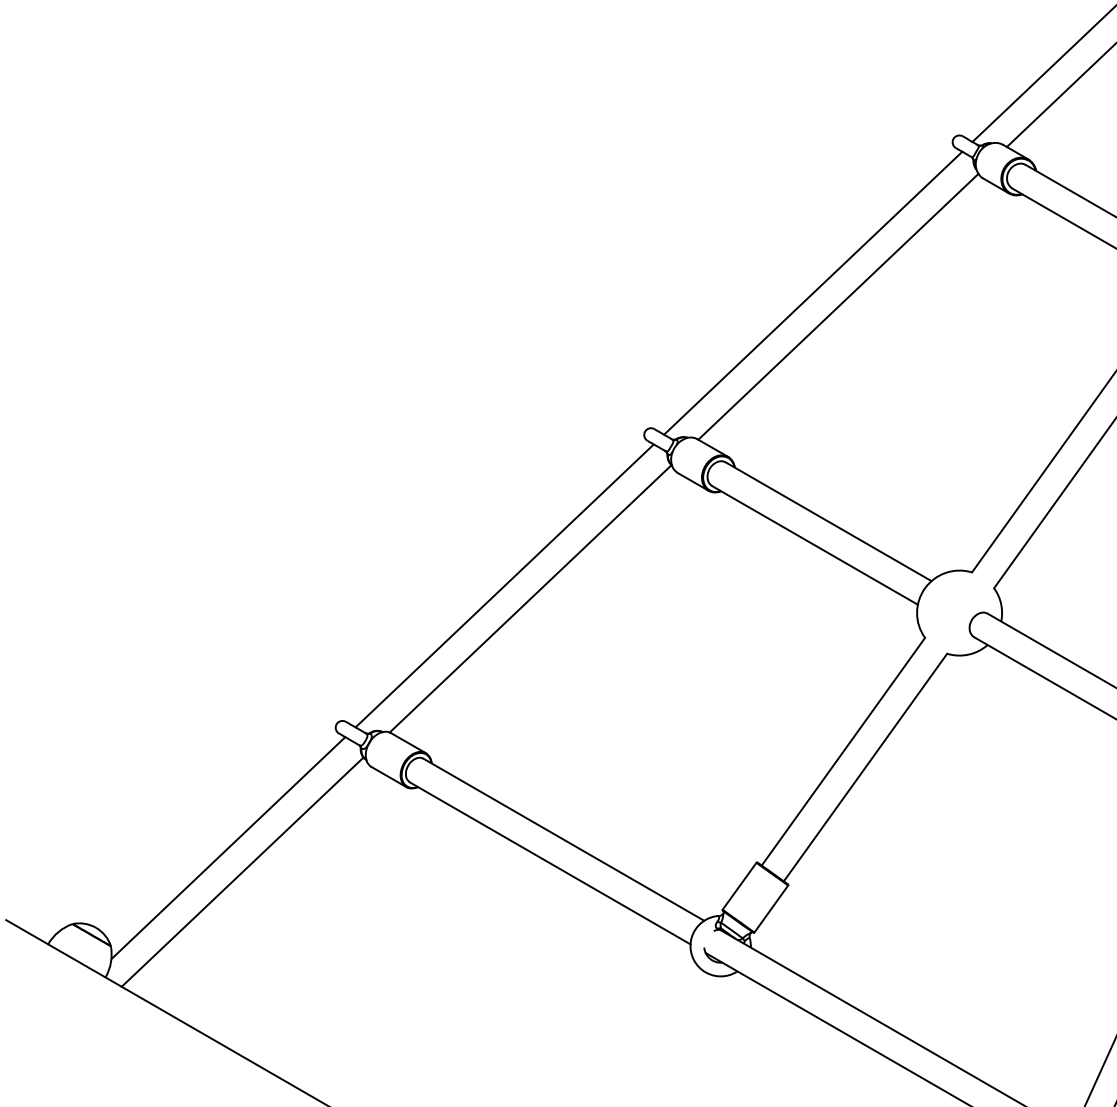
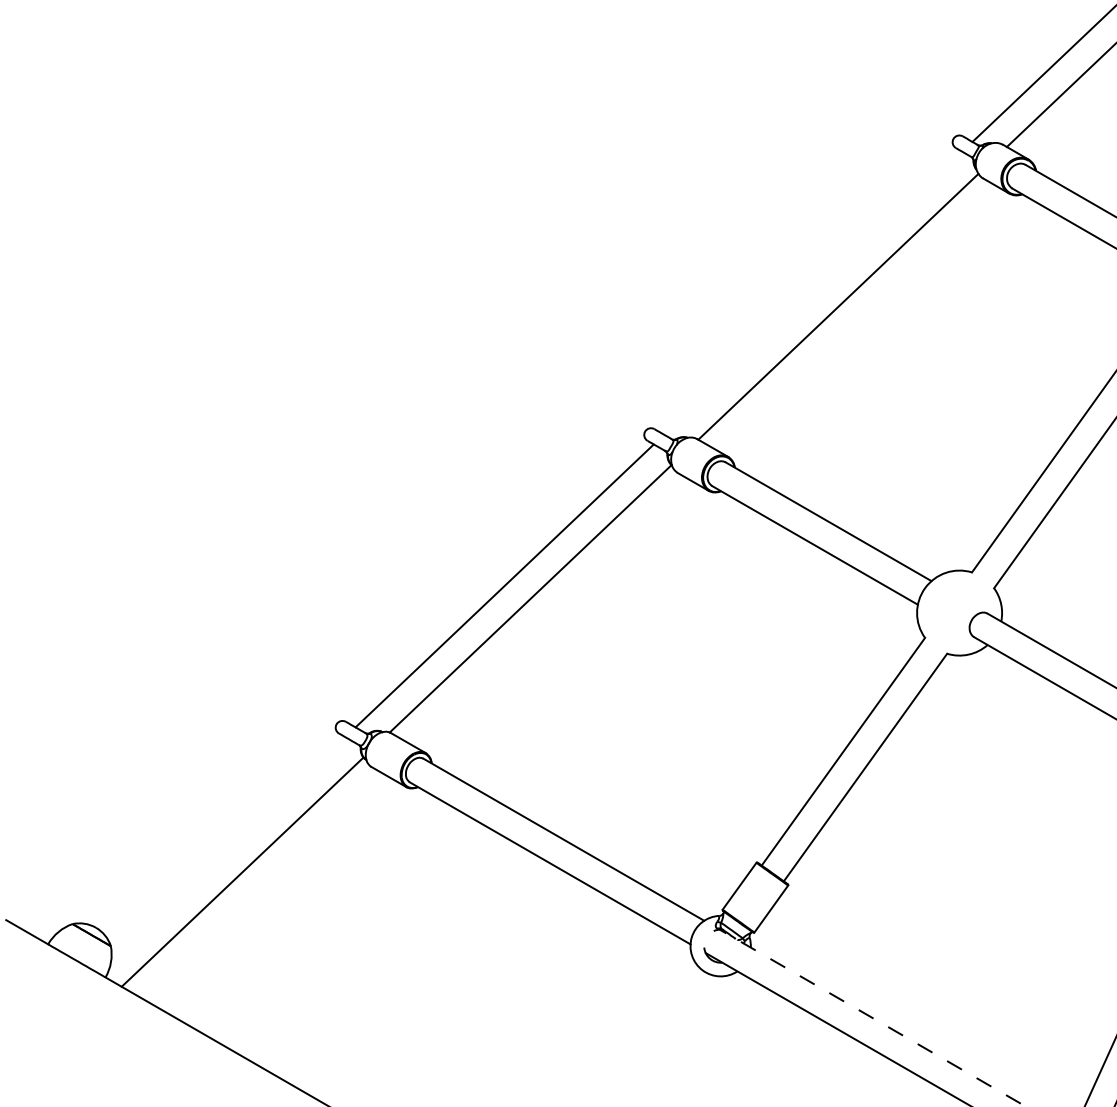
line at (813, 292): present -> none
line at (228, 848): present -> none
line at (872, 1017): solid -> dashed
